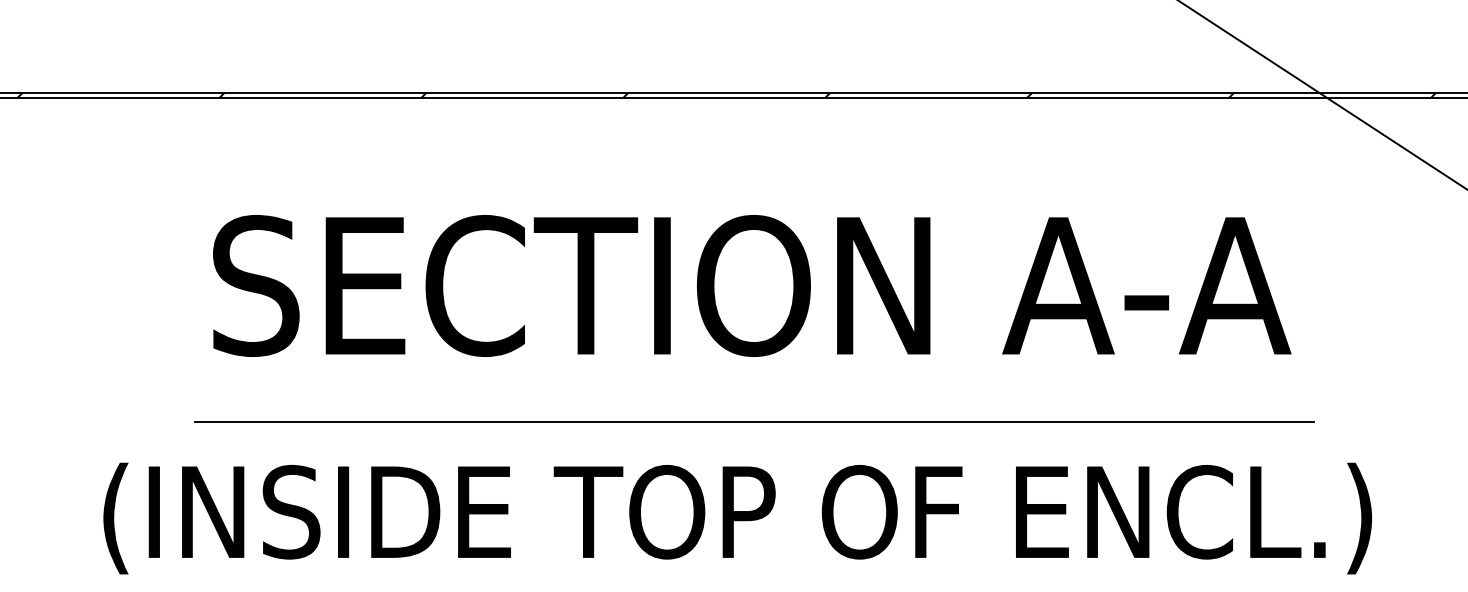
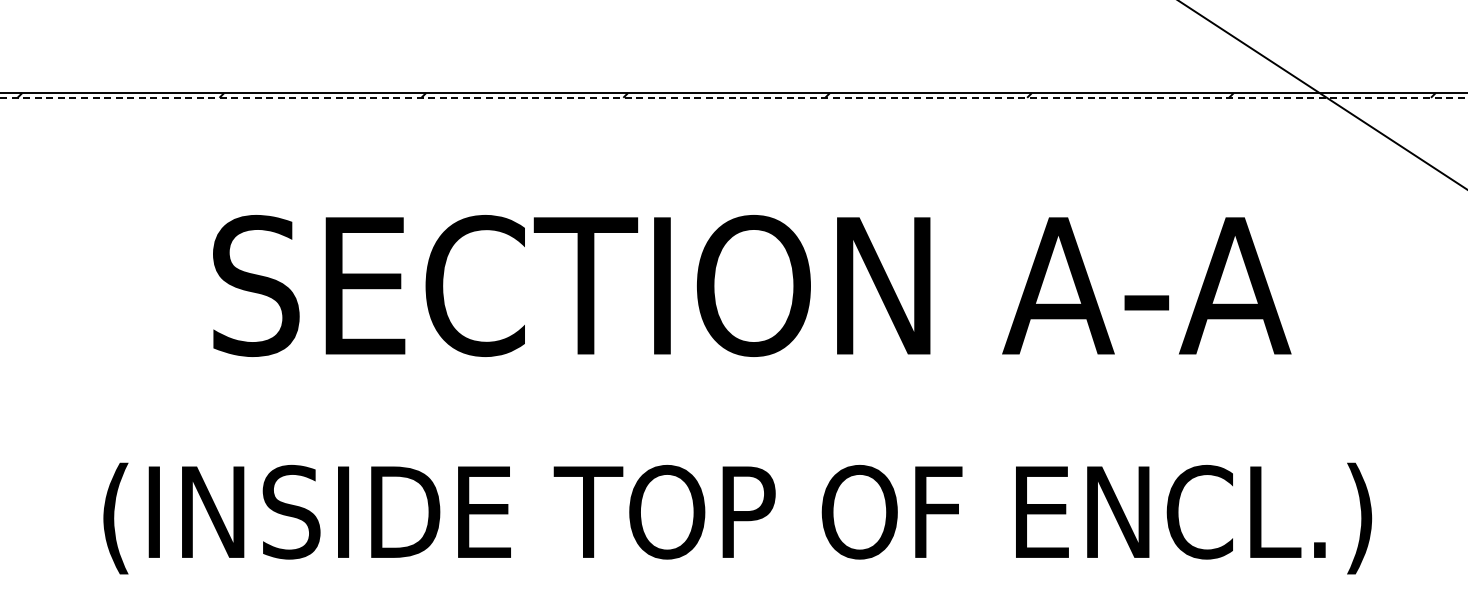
line at (734, 97): solid -> dashed
line at (753, 421): present -> none
